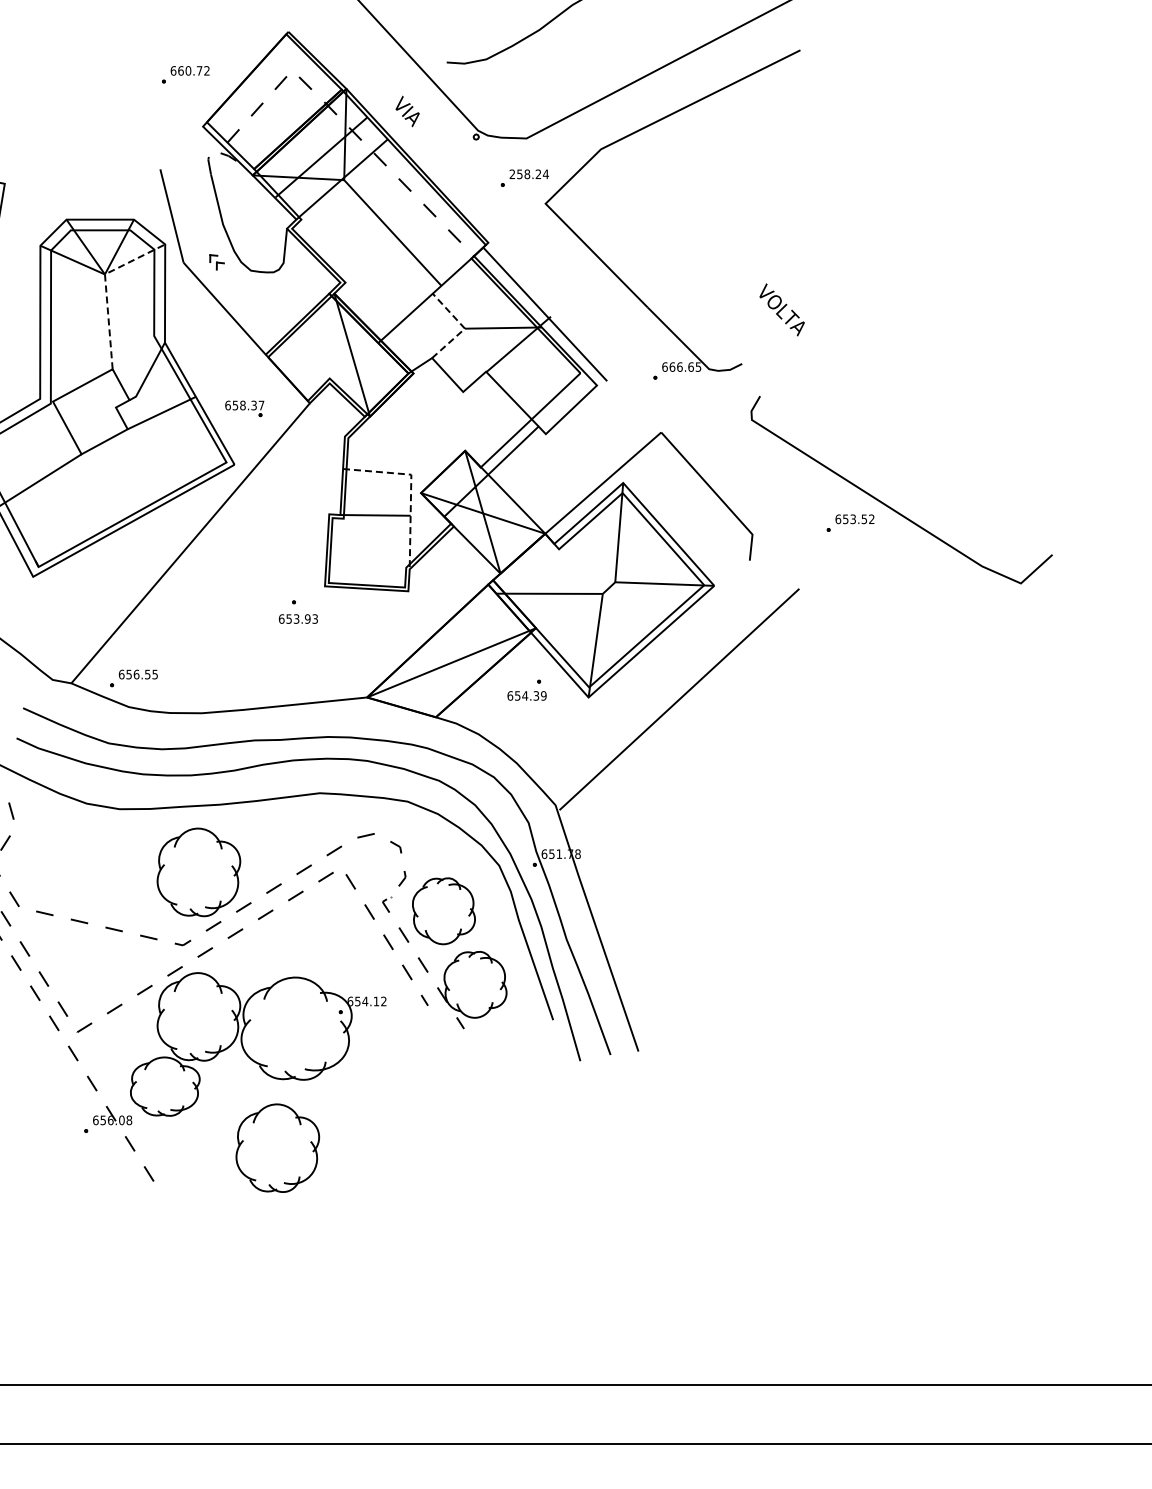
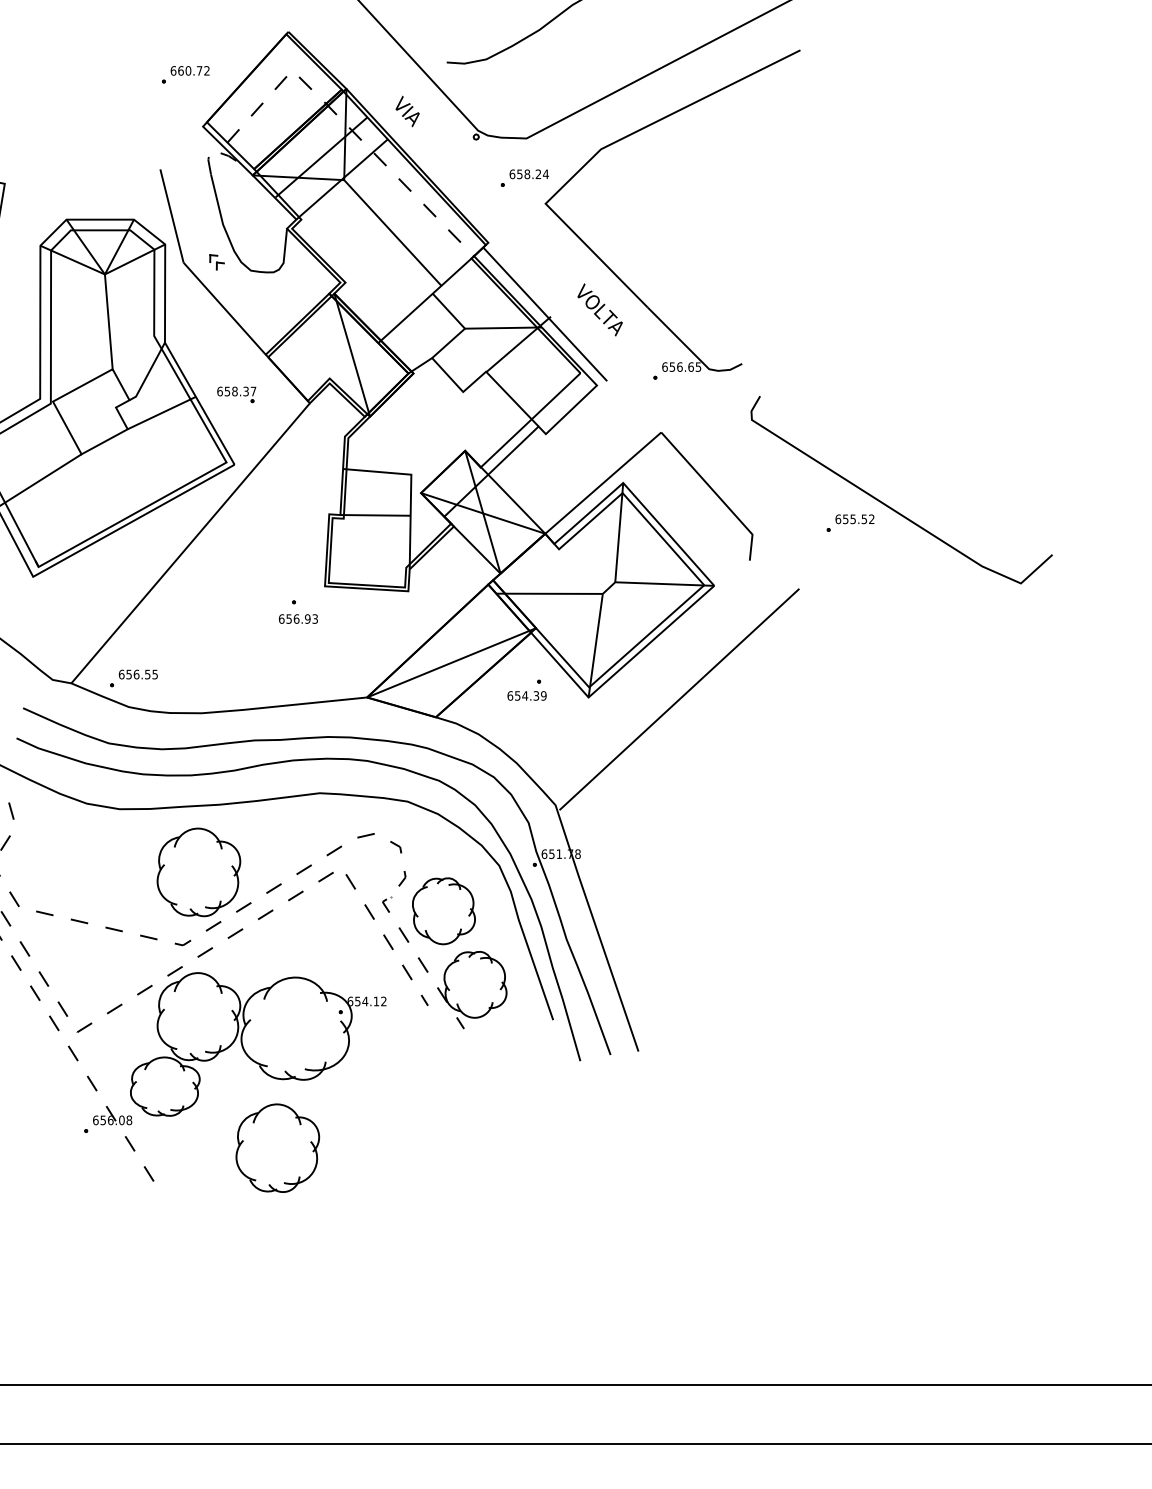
text at (512, 174): 258.24 -> 658.24
line at (106, 287): dashed -> solid
text at (781, 309) position: (781, 309) -> (599, 309)
line at (464, 327): dashed -> solid
text at (672, 366): 666.65 -> 656.65
part at (244, 408) position: (244, 408) -> (236, 394)
line at (411, 487): dashed -> solid
text at (852, 518): 653.52 -> 655.52
text at (296, 618): 653.93 -> 656.93
